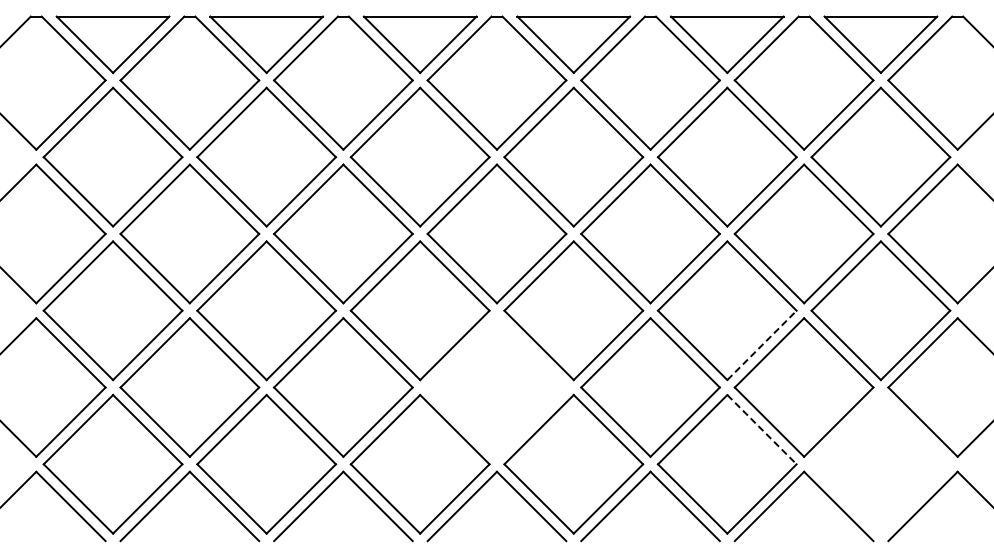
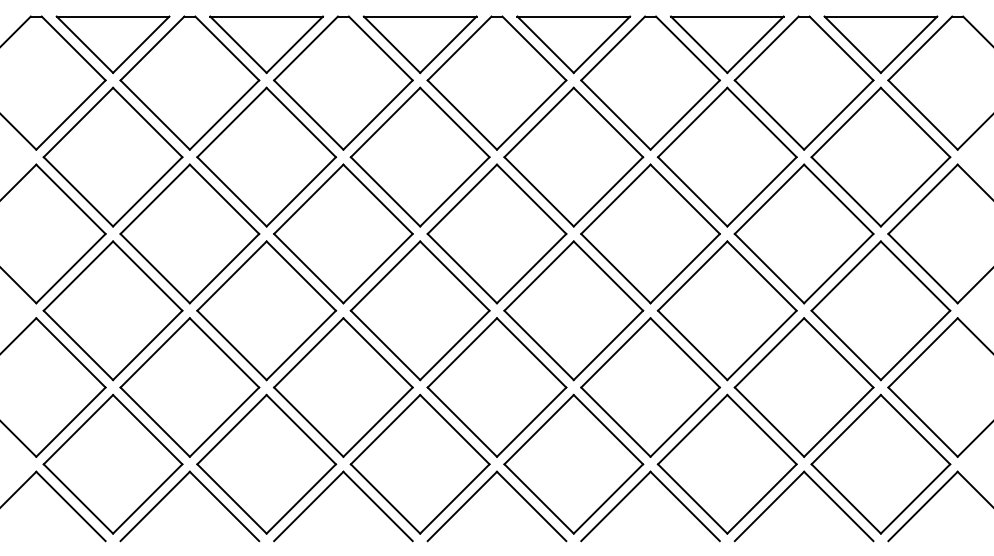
line at (761, 345): dashed -> solid
part at (496, 387): none -> present
line at (761, 429): dashed -> solid
part at (880, 463): none -> present
